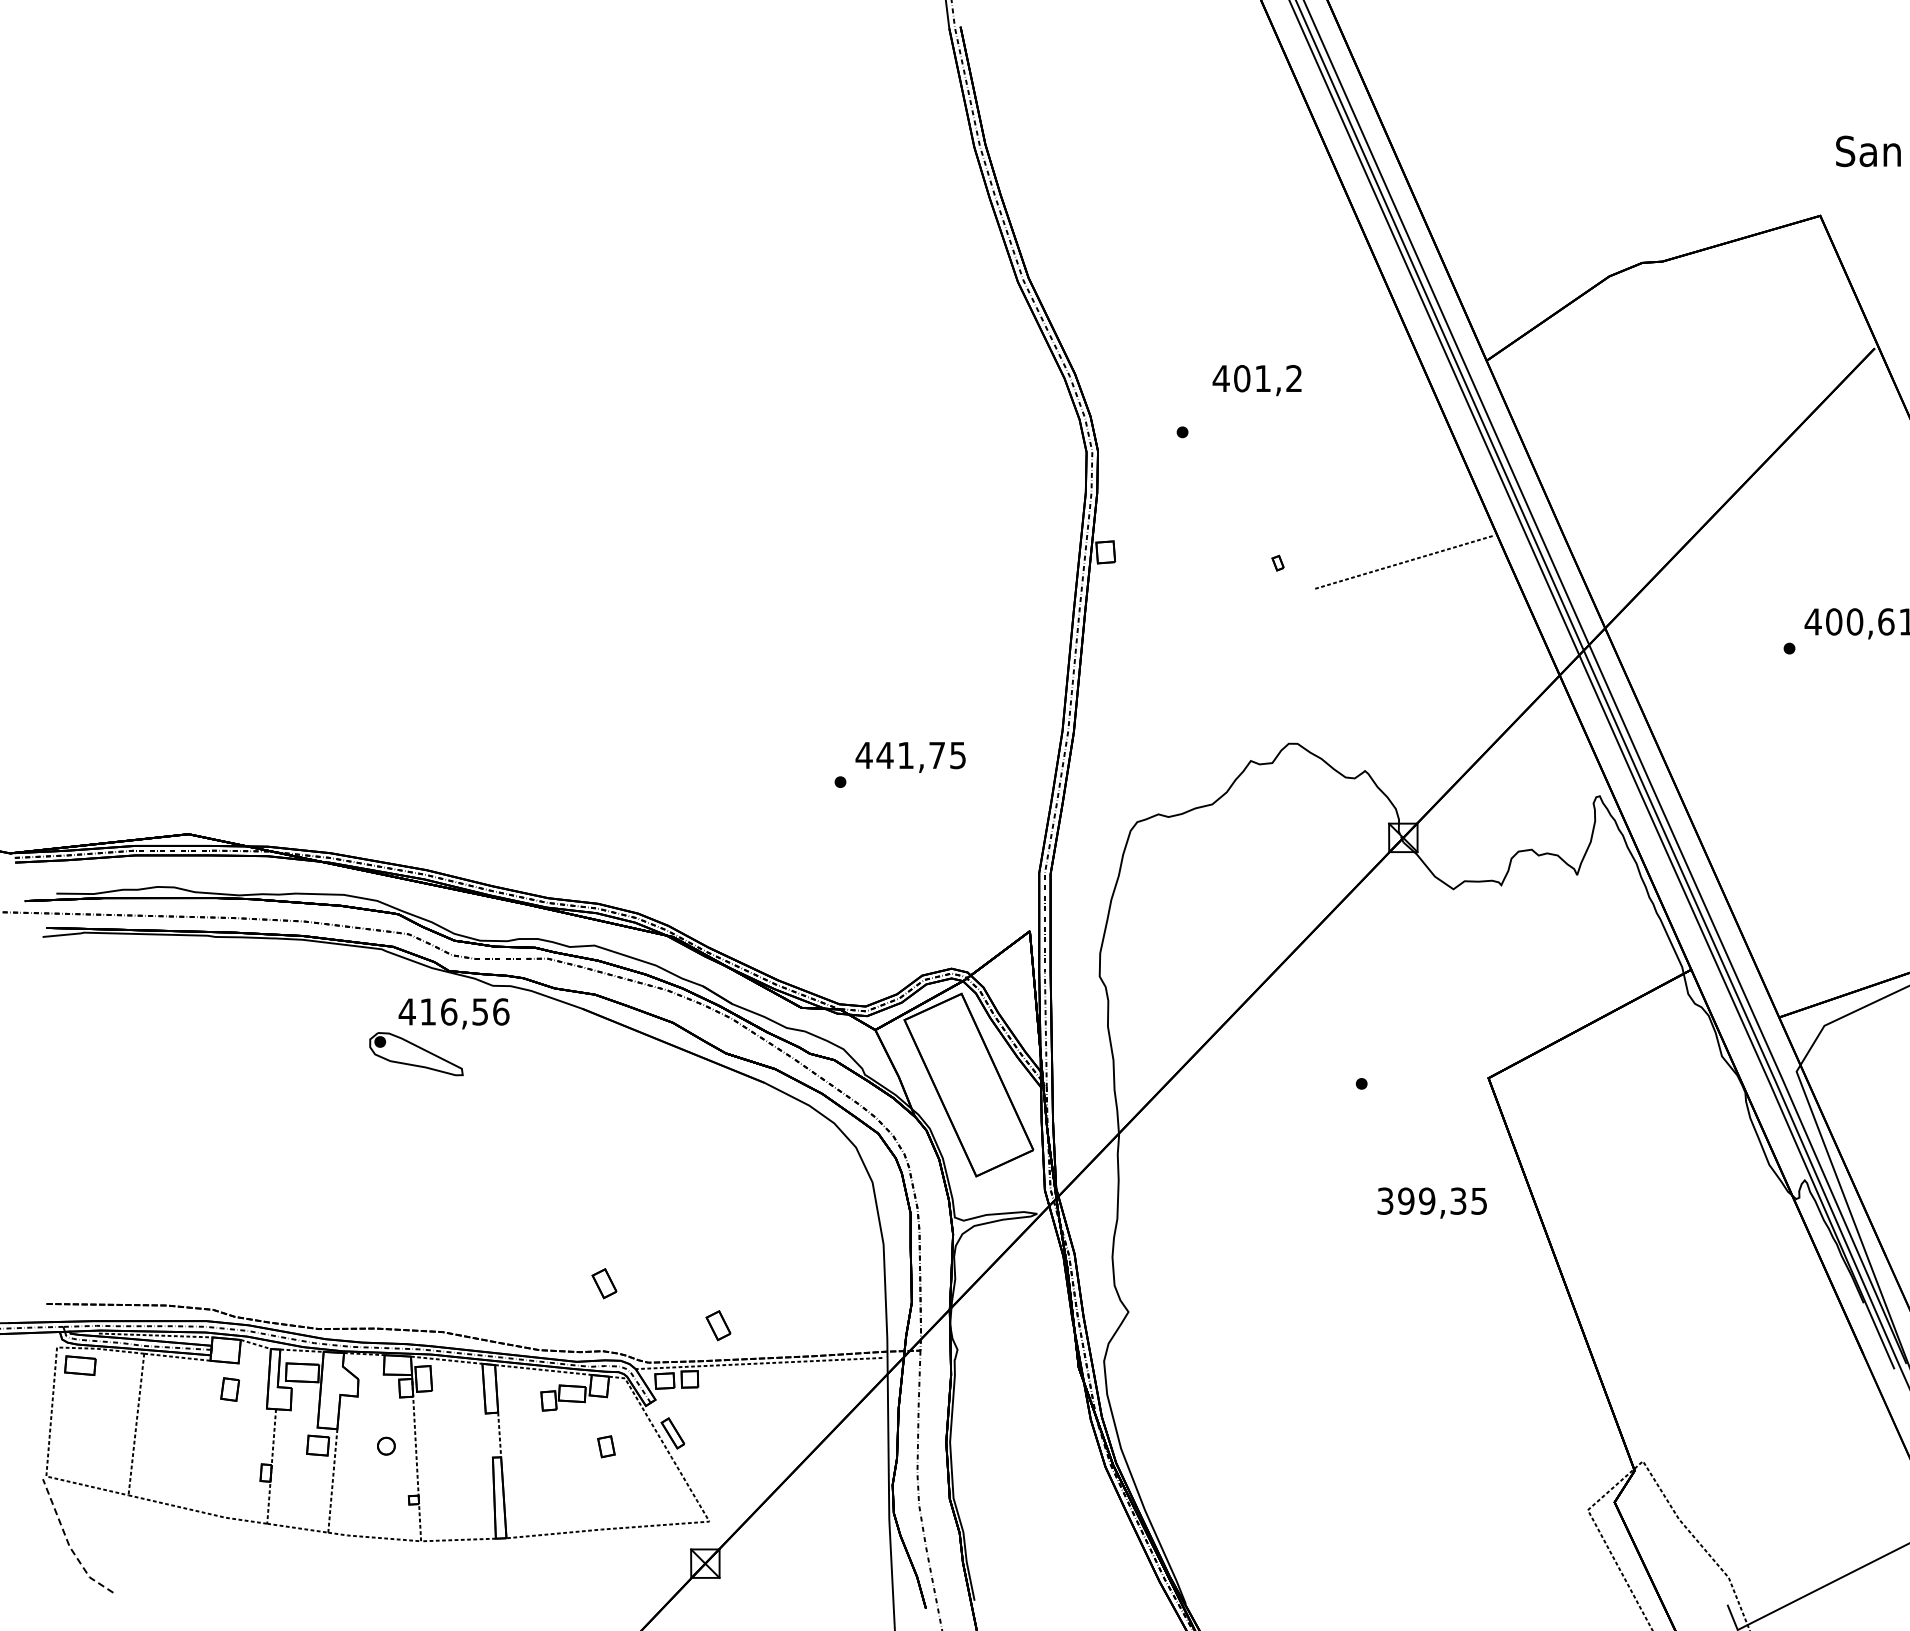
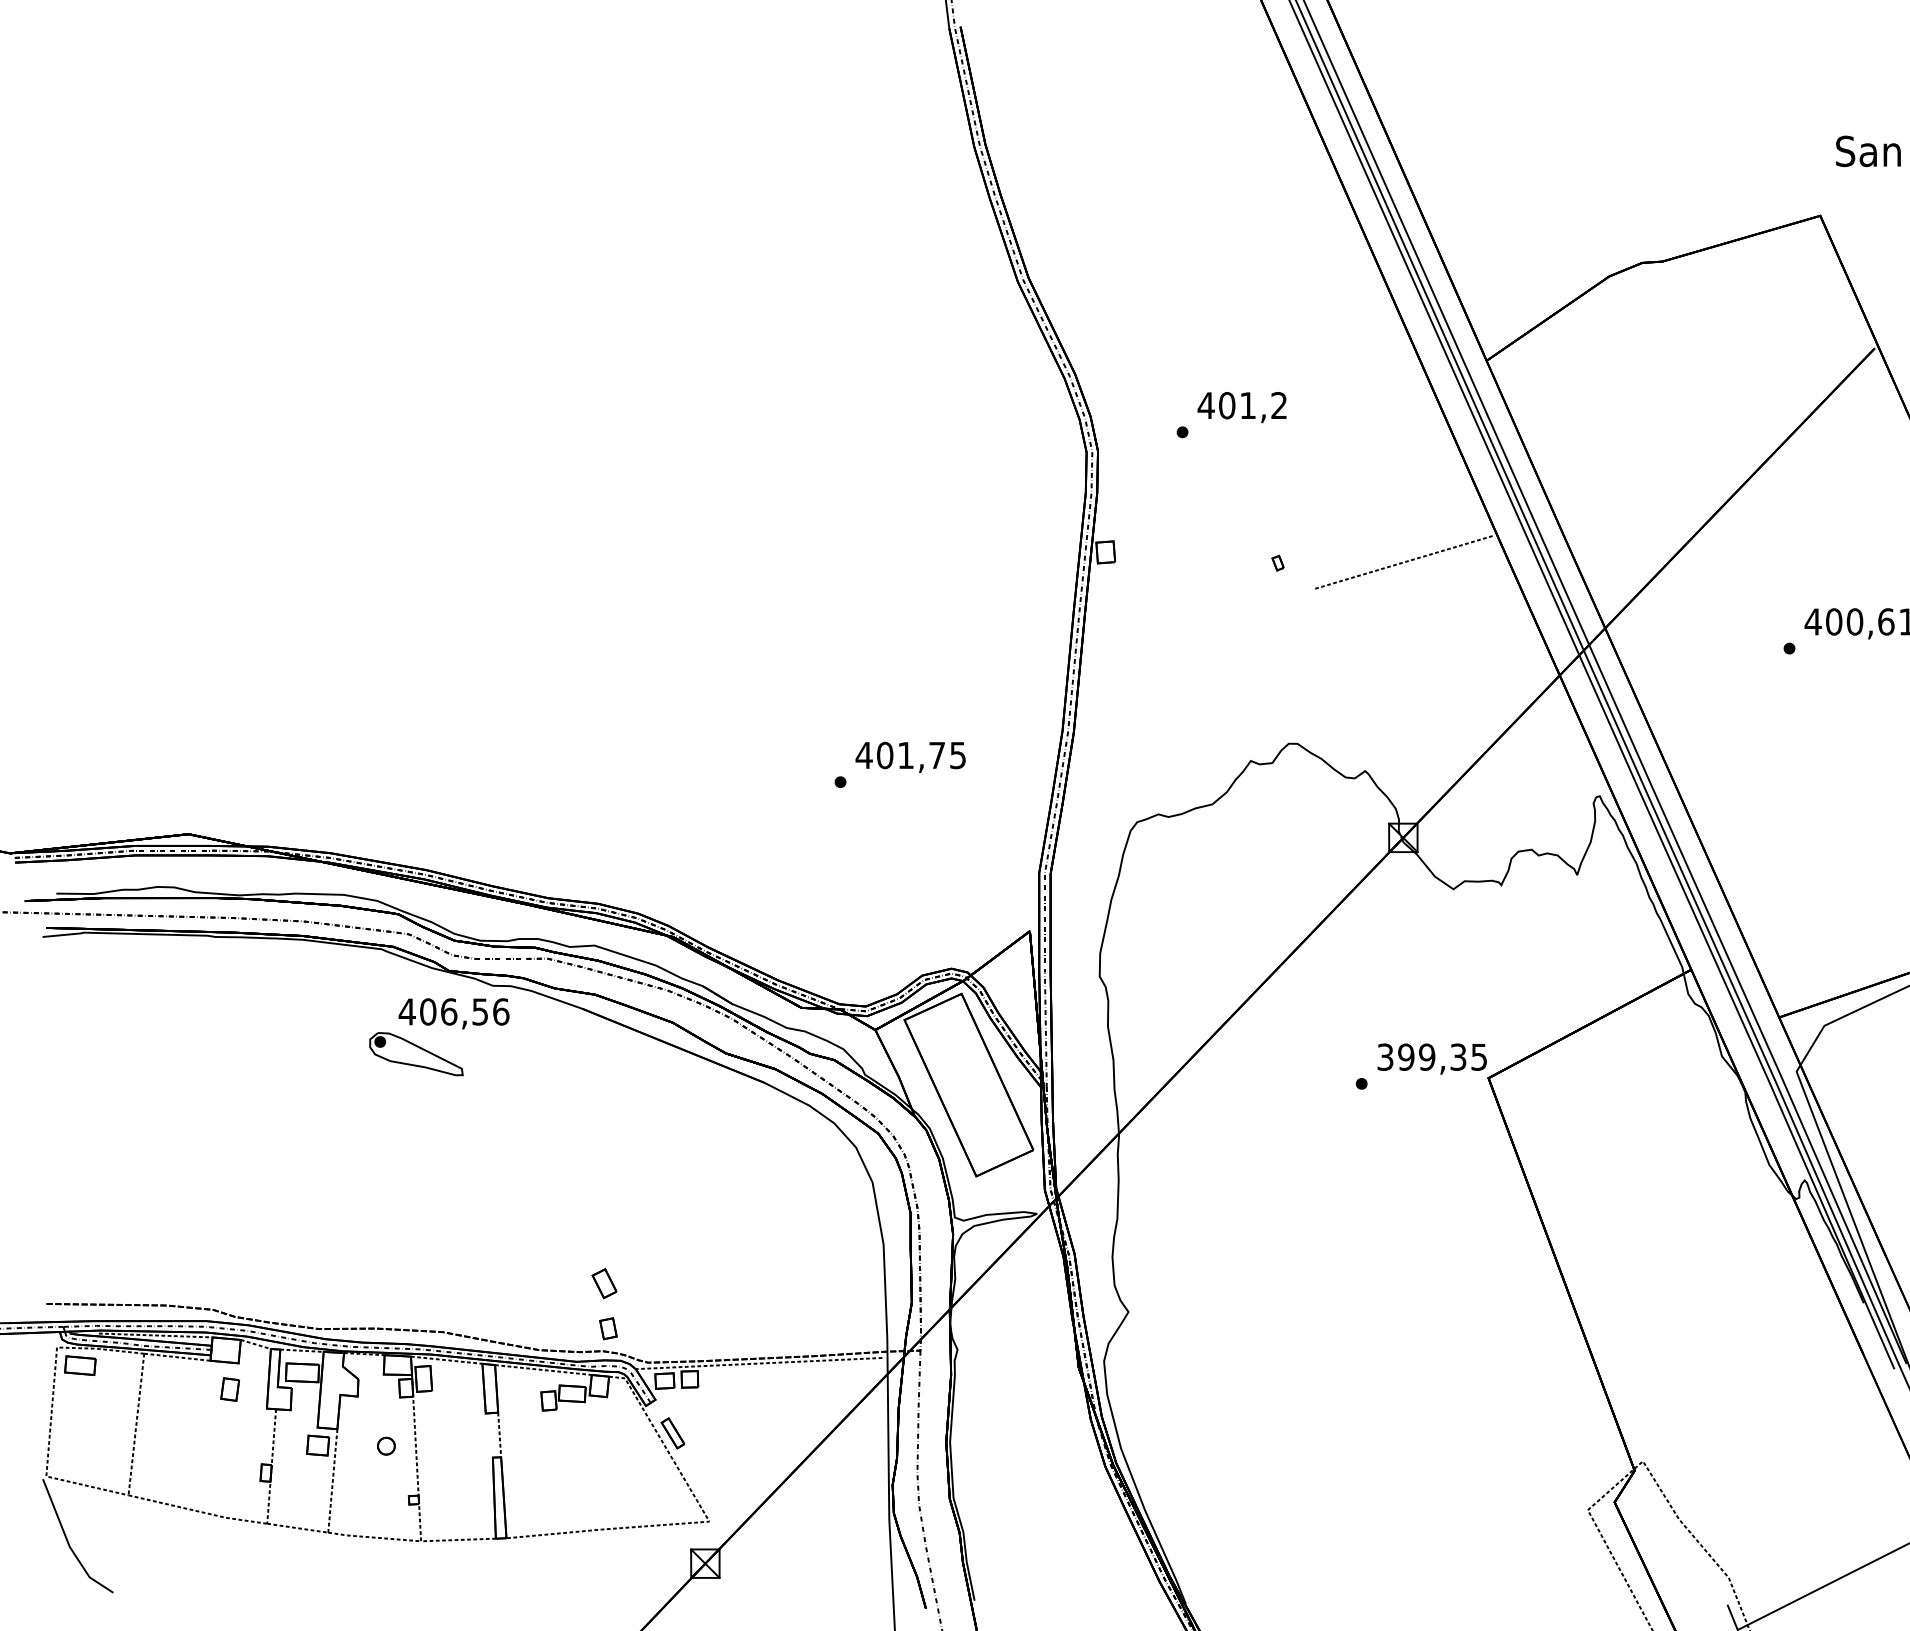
text at (1256, 380) position: (1256, 380) -> (1241, 407)
text at (884, 755): 441,75 -> 401,75
text at (428, 1011): 416,56 -> 406,56
text at (1431, 1202) position: (1431, 1202) -> (1431, 1058)
part at (718, 1325): present -> none
part at (606, 1446) position: (606, 1446) -> (608, 1328)
line at (68, 1544): dashed -> solid
